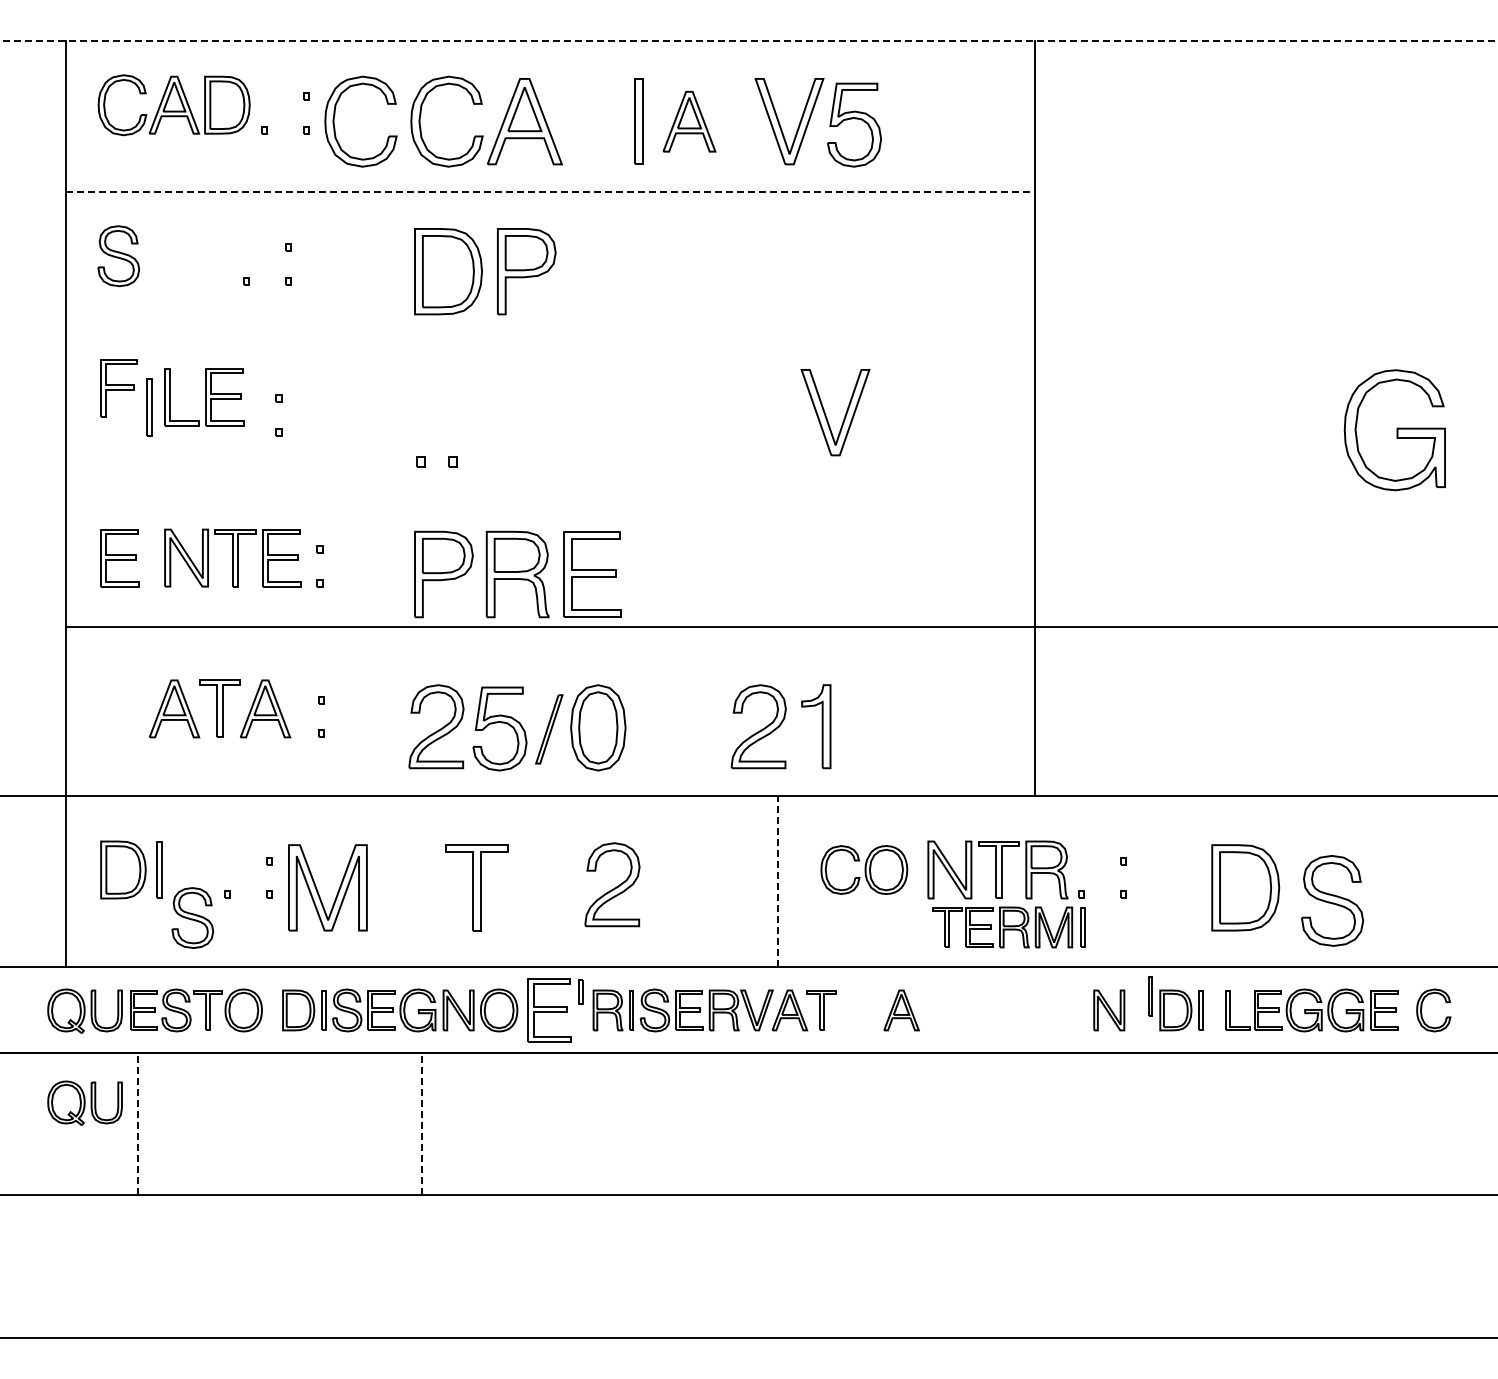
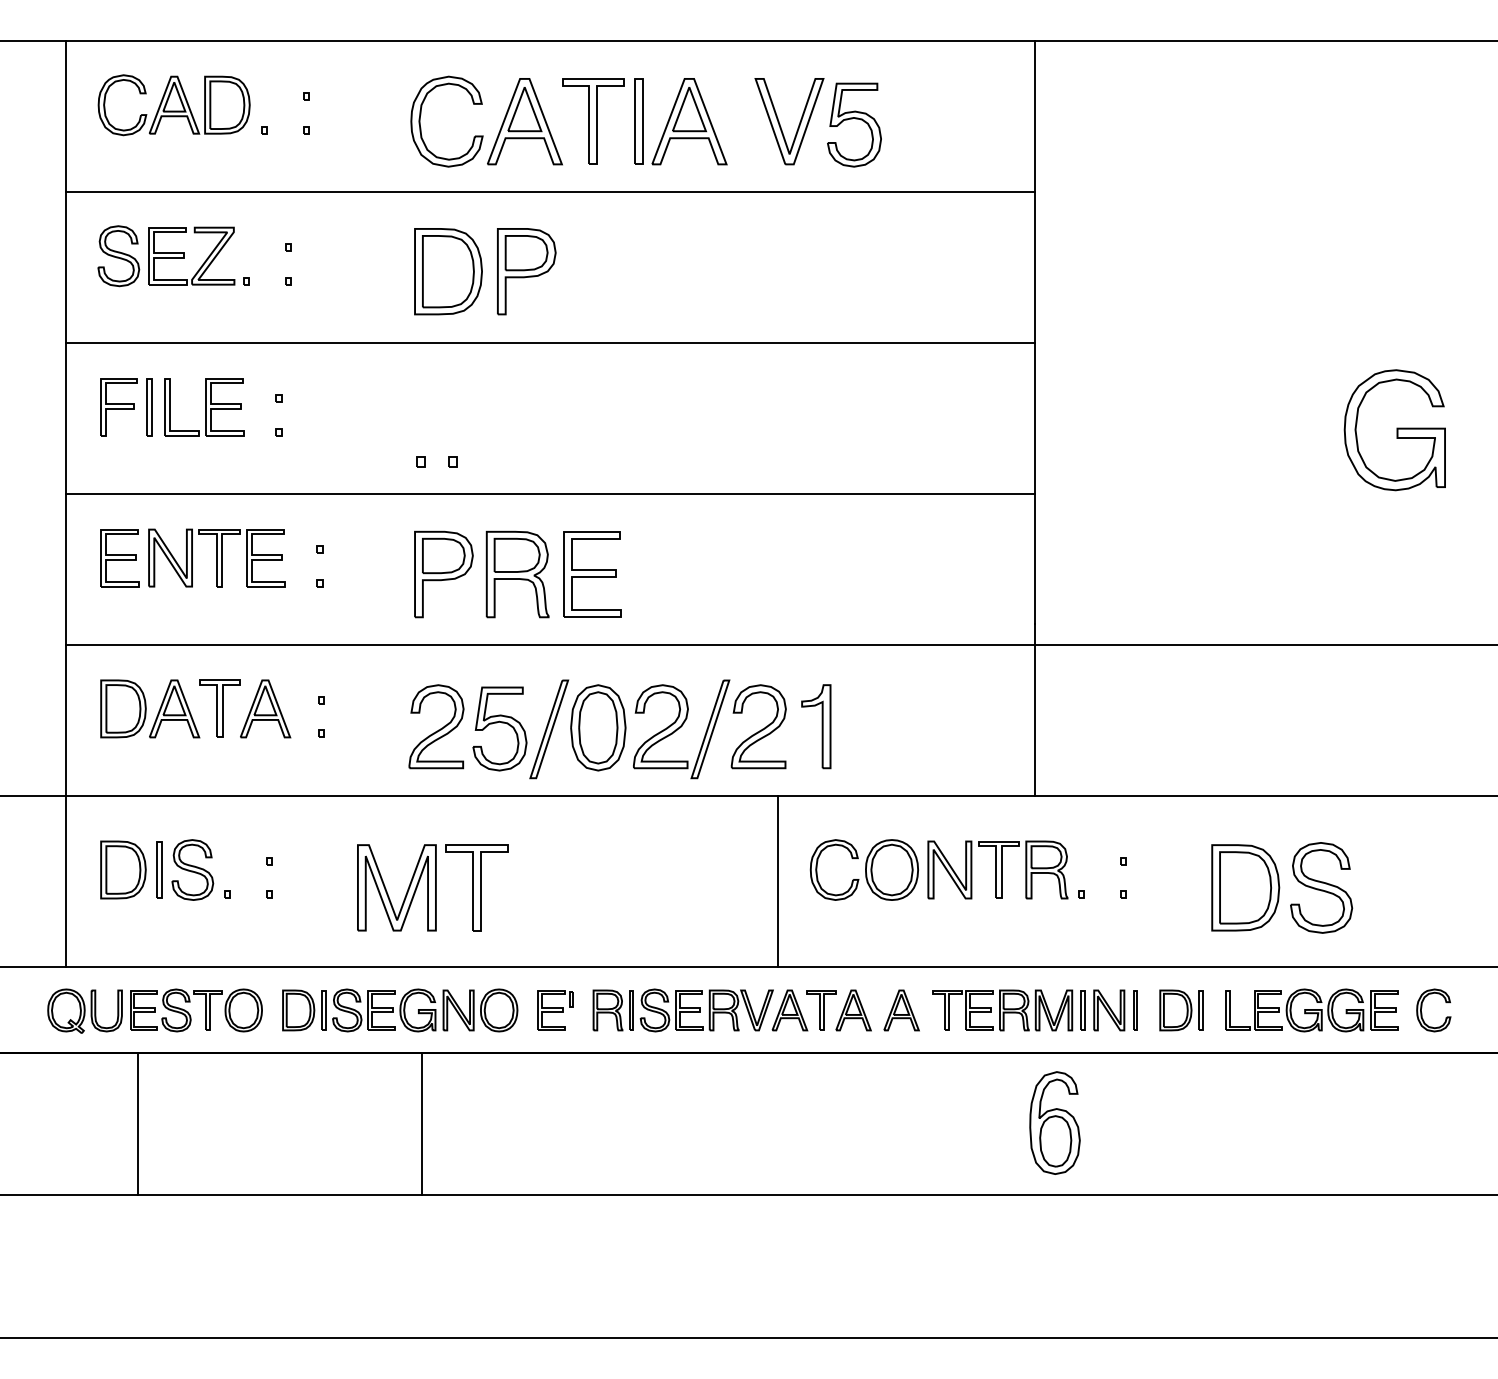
line at (749, 41): dashed -> solid
part at (335, 115): present -> none
part at (593, 121): none -> present
part at (689, 121) size: 55x62 px -> 77x88 px
line at (551, 192): dashed -> solid
part at (184, 255): none -> present
line at (550, 343): none -> present
part at (118, 388) position: (118, 388) -> (118, 407)
part at (204, 397) position: (204, 397) -> (204, 407)
part at (827, 417): present -> none
line at (550, 494): none -> present
part at (232, 557) position: (232, 557) -> (216, 557)
line at (780, 627) position: (780, 627) -> (780, 645)
part at (123, 708): none -> present
part at (549, 729) size: 29x71 px -> 41x101 px
part at (681, 729): none -> present
part at (864, 869) size: 89x50 px -> 110x62 px
line at (778, 881): dashed -> solid
part at (612, 884): present -> none
part at (318, 891) position: (318, 891) -> (387, 891)
part at (1332, 900) position: (1332, 900) -> (1321, 887)
part at (192, 917) position: (192, 917) -> (192, 869)
part at (1008, 927) position: (1008, 927) -> (1008, 1010)
line at (1149, 996) position: (1149, 996) -> (1134, 1010)
part at (555, 1010) size: 57x65 px -> 37x41 px
part at (853, 1010): none -> present
part at (84, 1102): present -> none
part at (1054, 1122): none -> present
line at (137, 1123): dashed -> solid
line at (422, 1123): dashed -> solid
